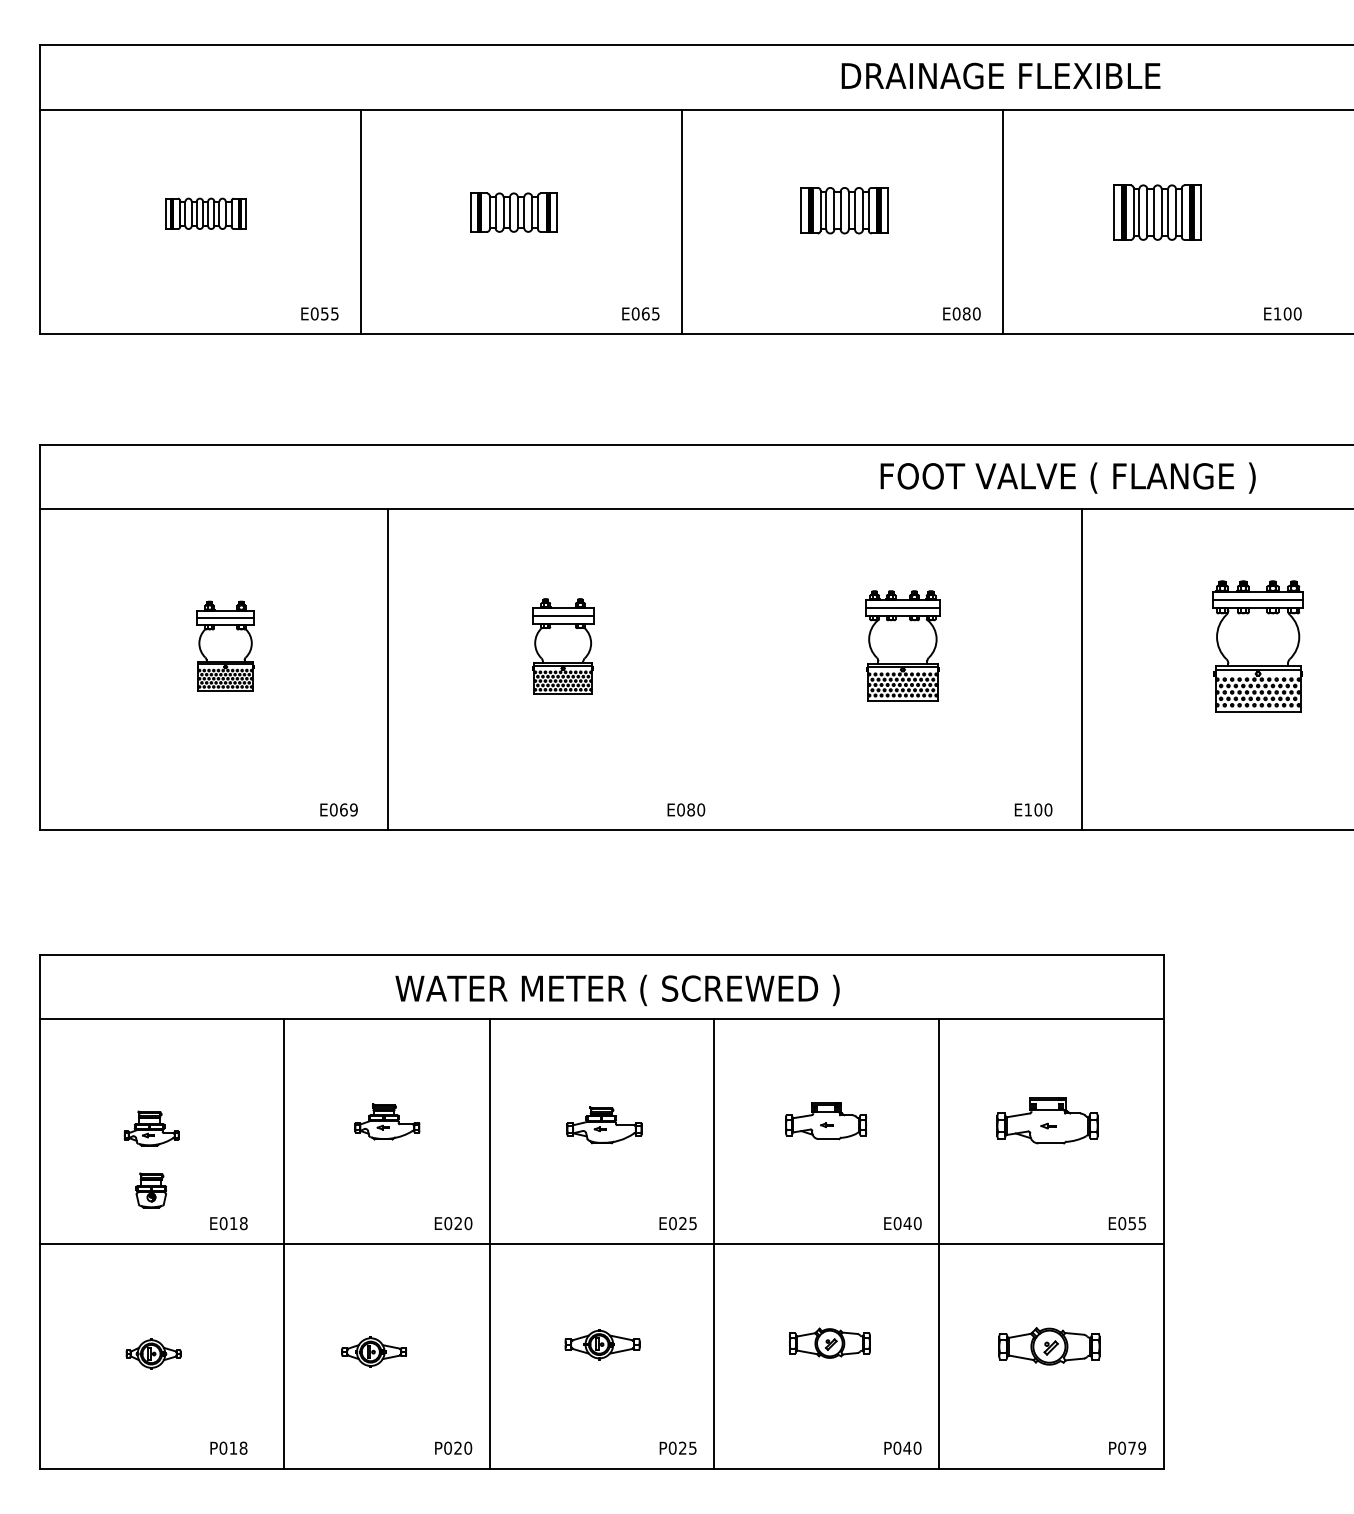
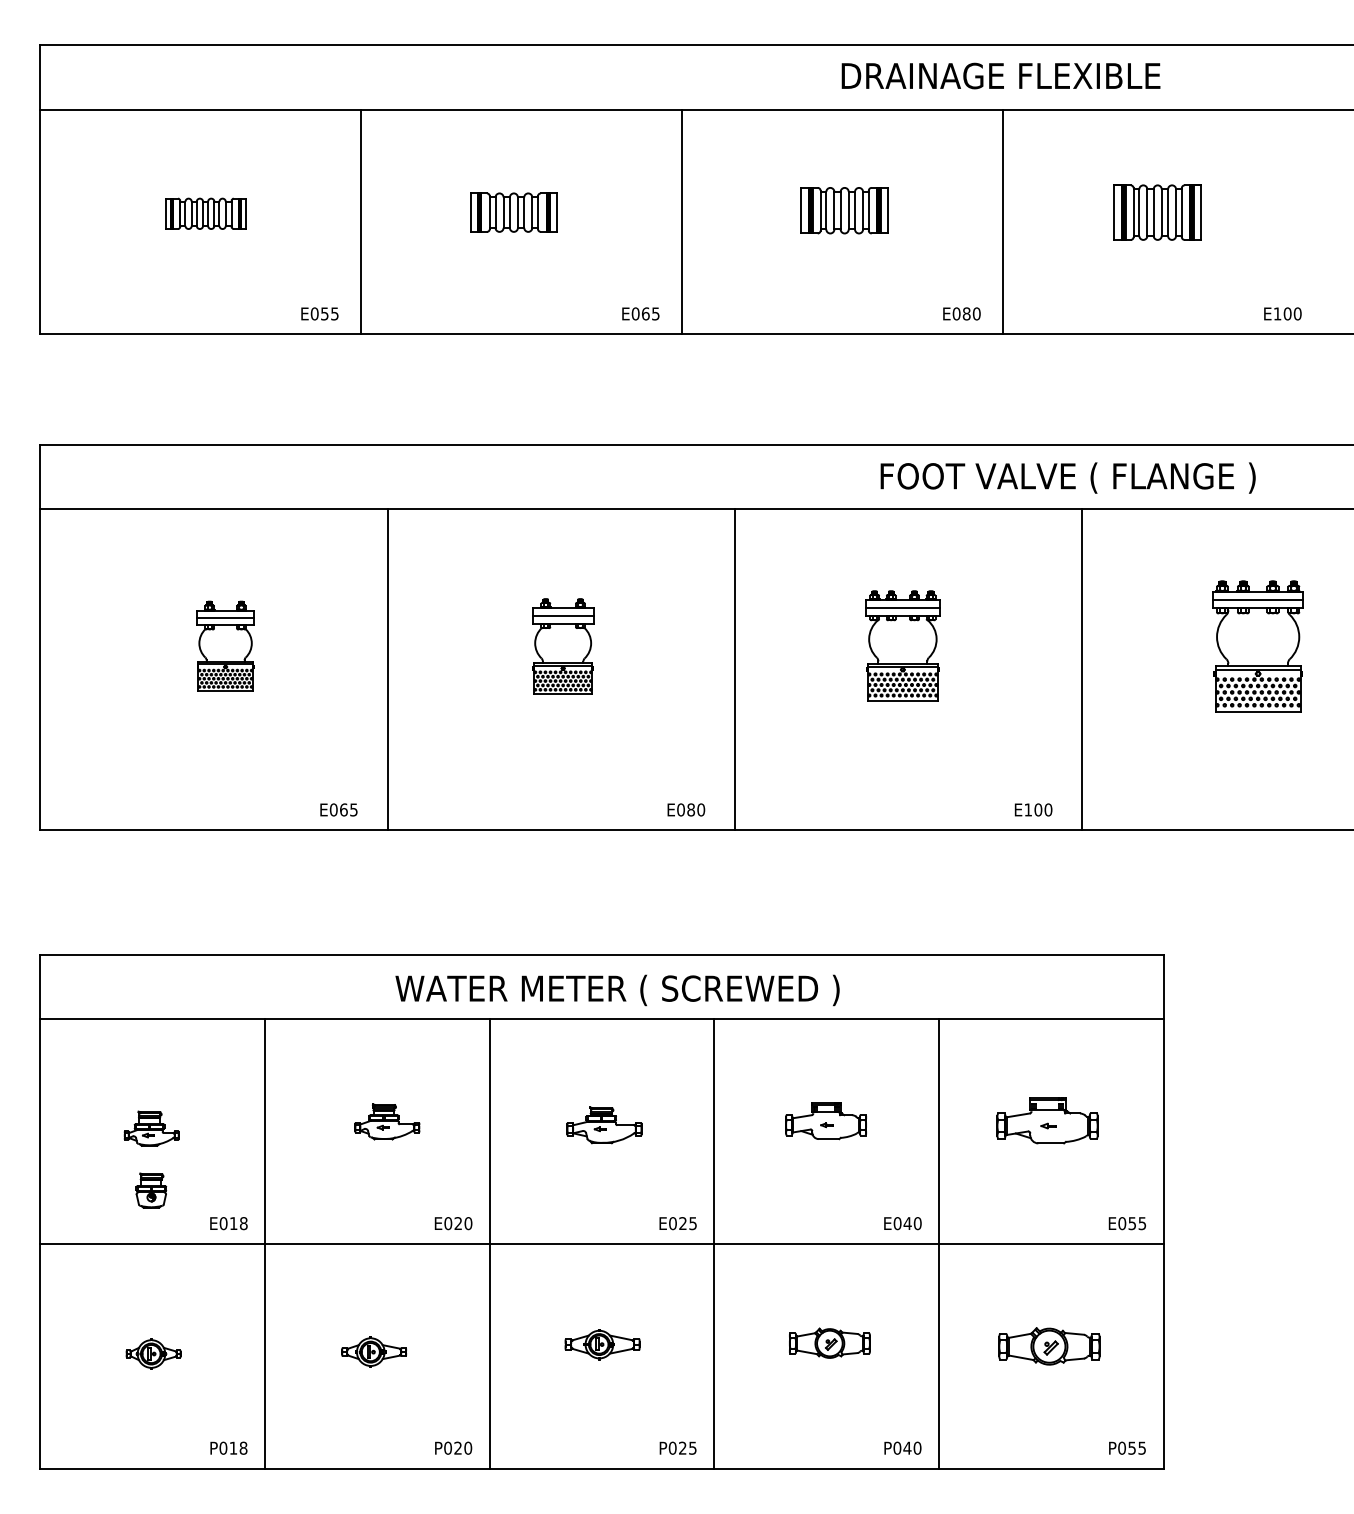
line at (734, 669): none -> present
text at (353, 809): E069 -> E065
line at (284, 1243) position: (284, 1243) -> (265, 1243)
text at (1137, 1447): P079 -> P055
